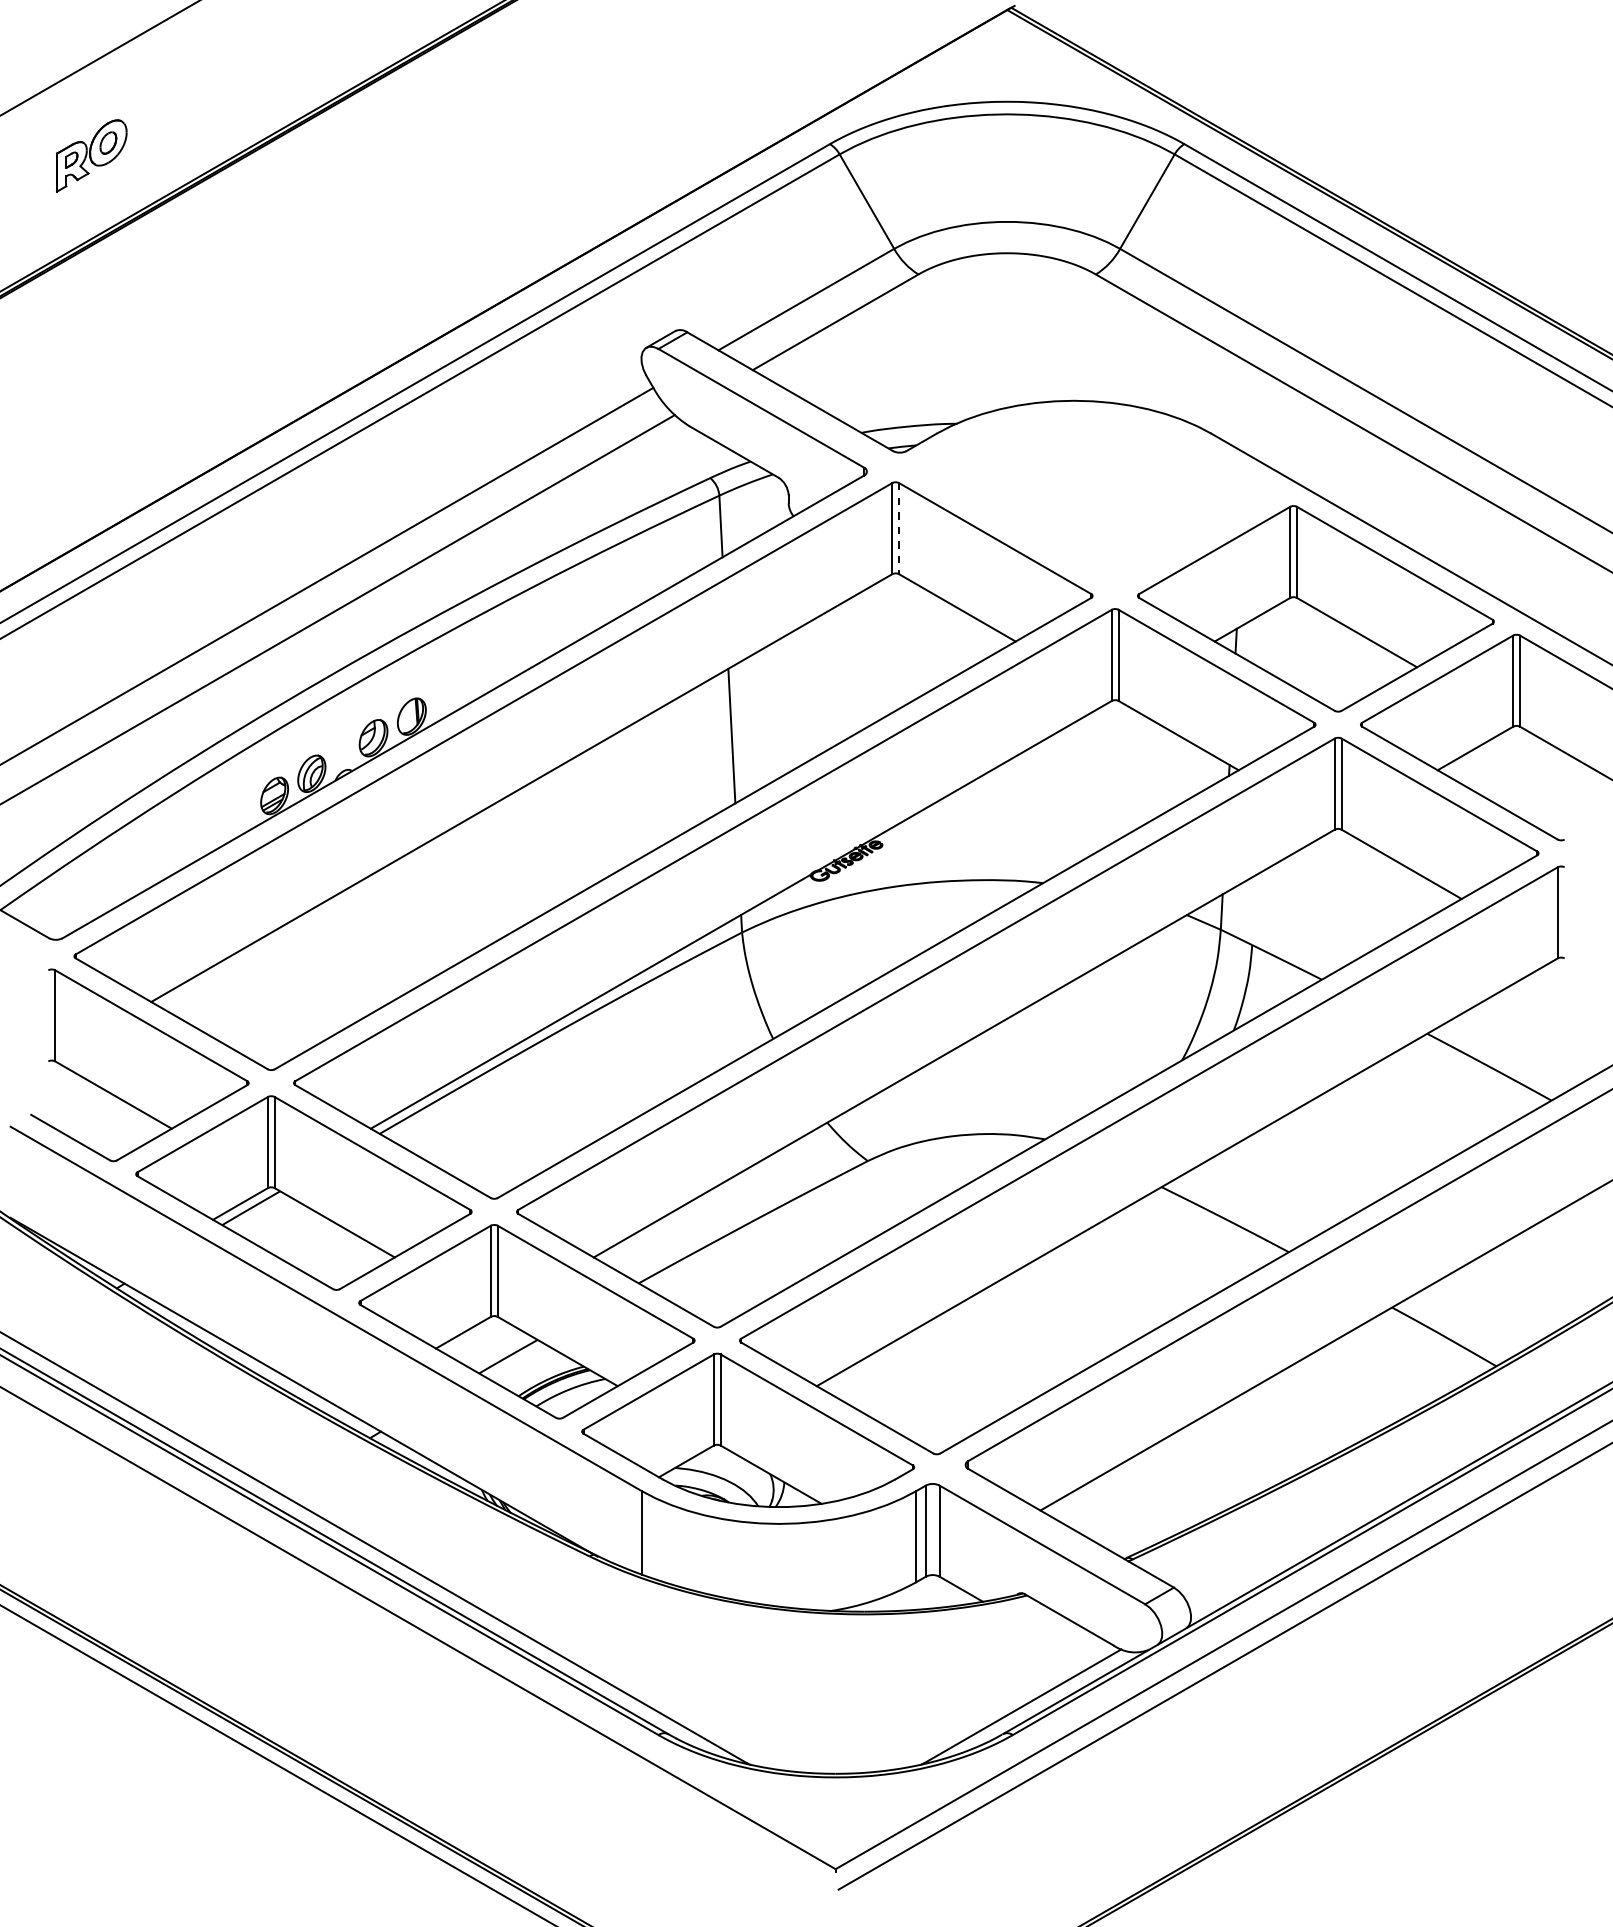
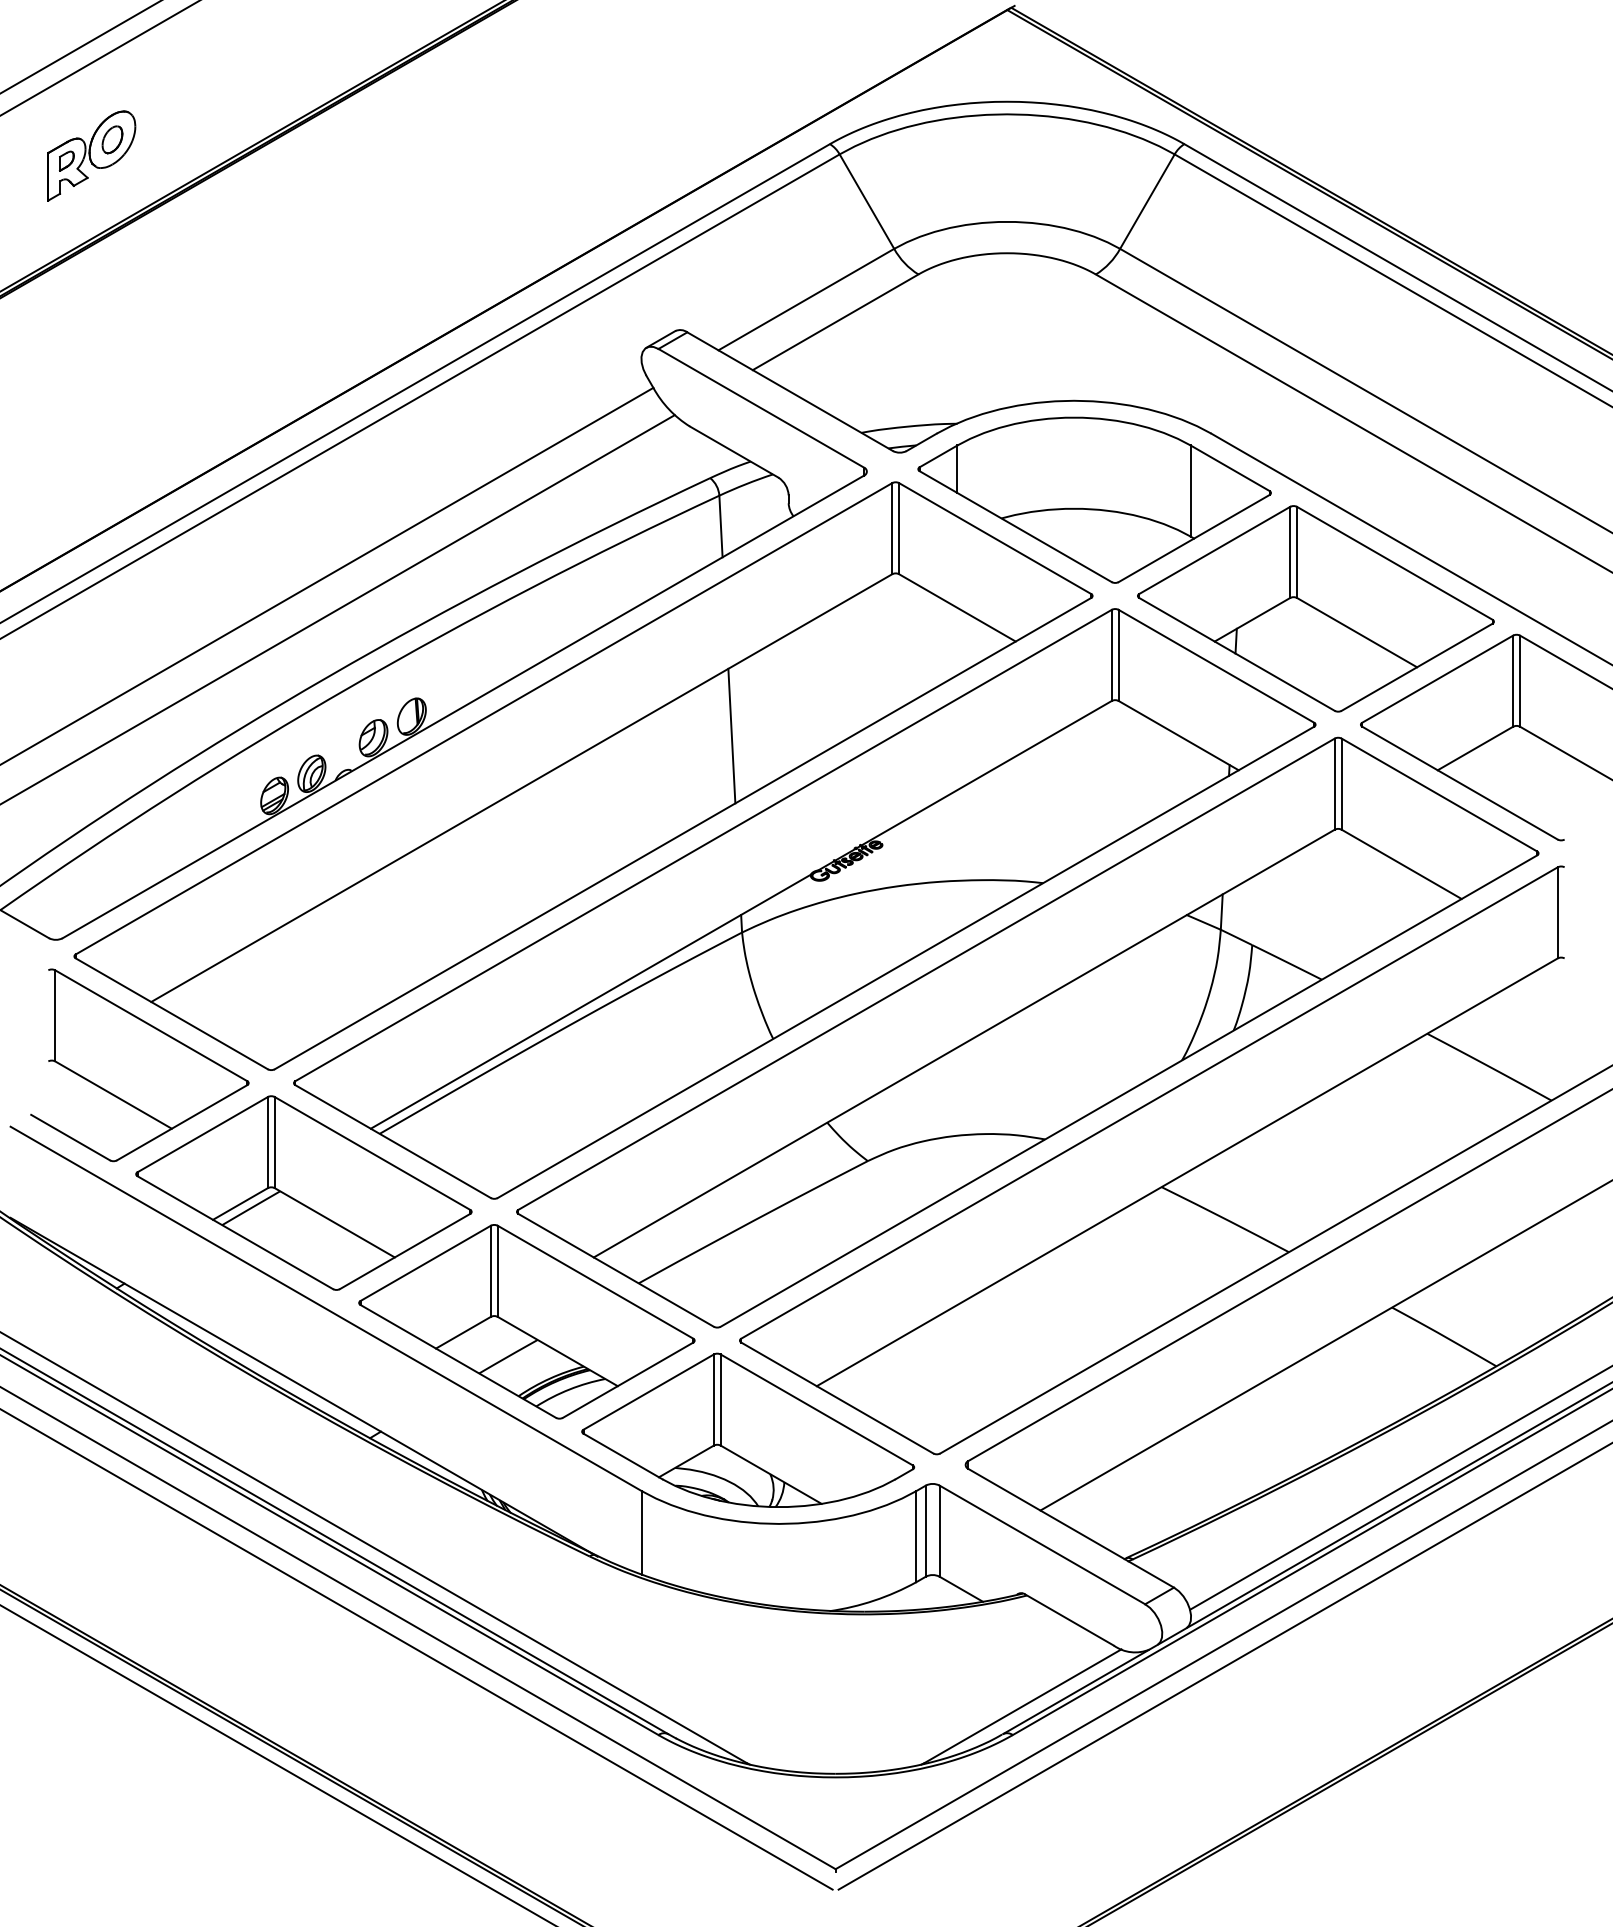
line at (80, 47): none -> present
part at (91, 155) size: 72x74 px -> 90x92 px
part at (1094, 499): none -> present
line at (899, 528): dashed -> solid
line at (1399, 1488): none -> present
line at (417, 1649): none -> present
